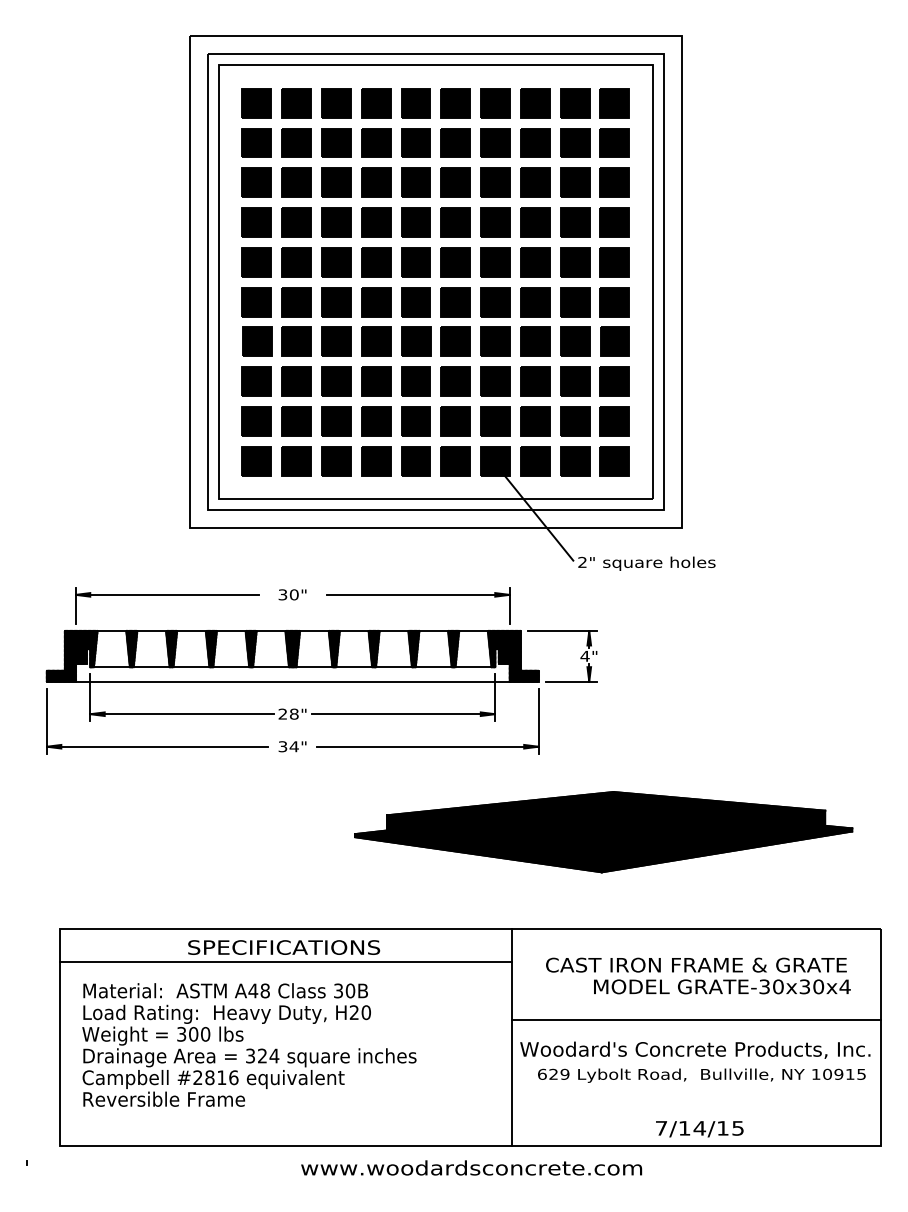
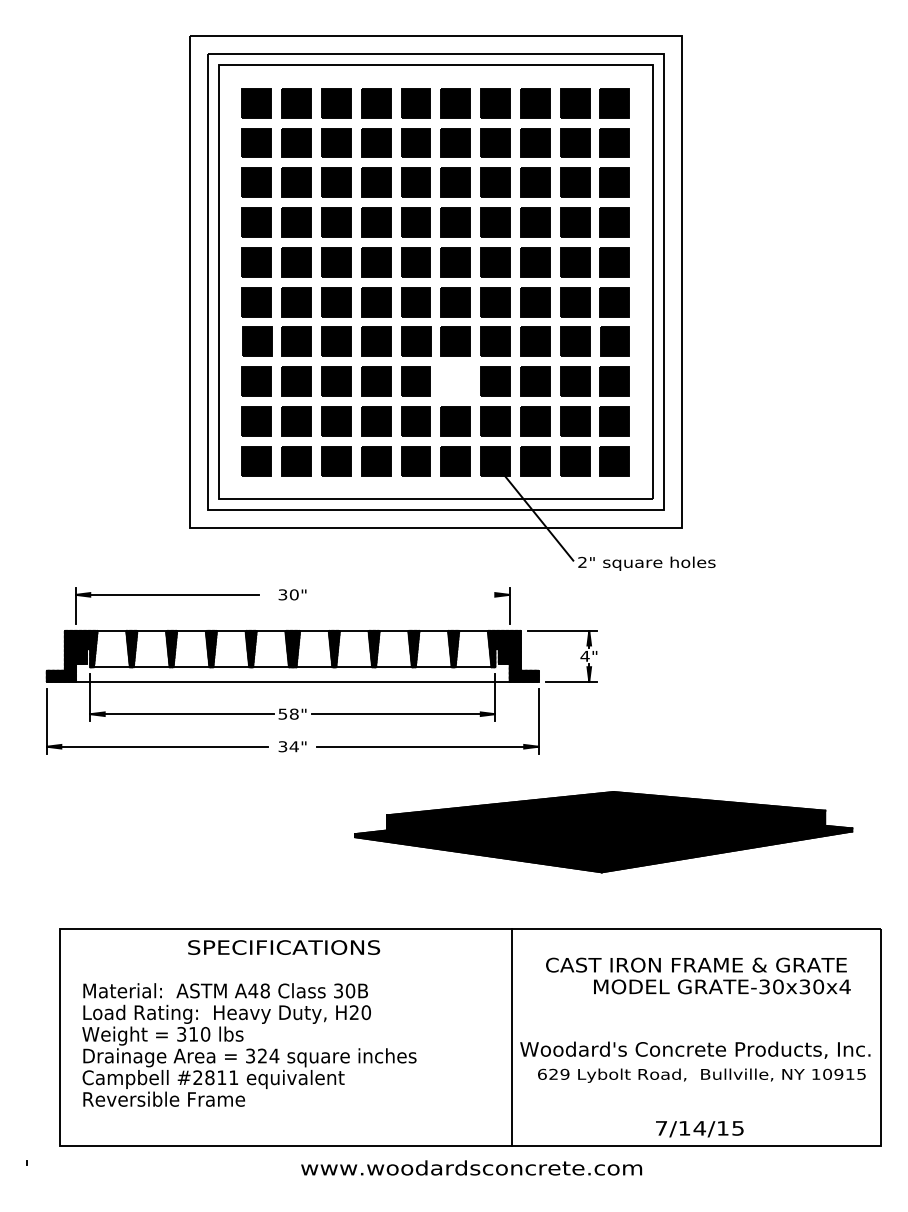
part at (455, 381): present -> none
line at (418, 594): present -> none
text at (282, 713): 28" -> 58"
line at (285, 962): present -> none
line at (695, 1019): present -> none
text at (193, 1033): 300 -> 310
text at (233, 1077): #2816 -> #2811
